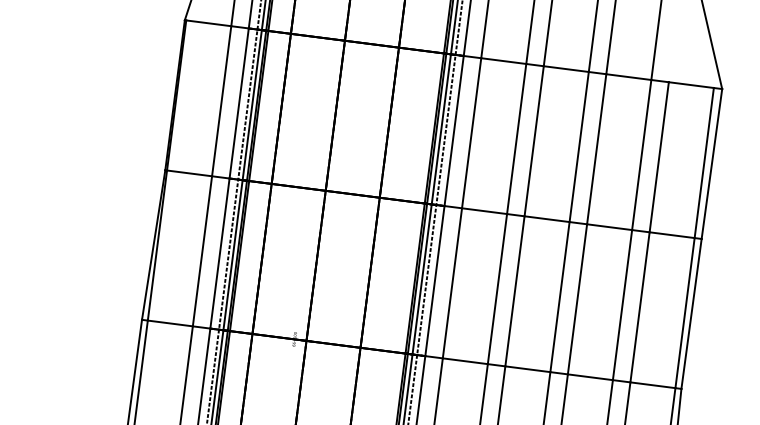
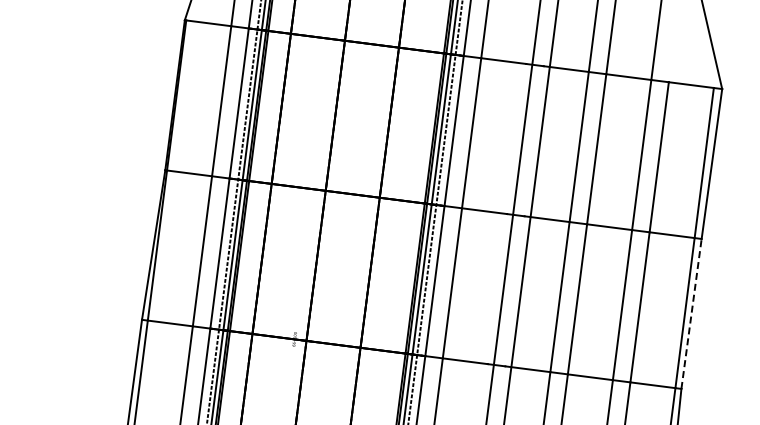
line at (507, 211) position: (507, 211) -> (513, 211)
line at (525, 211) position: (525, 211) -> (531, 211)
line at (691, 313): solid -> dashed
